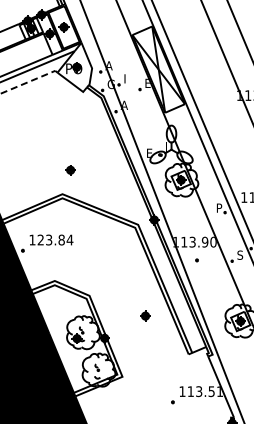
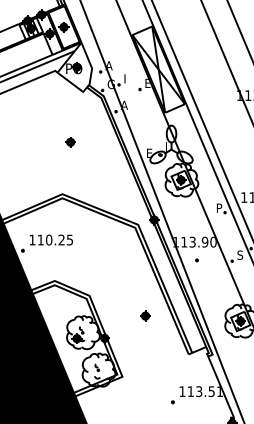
line at (29, 81): dashed -> solid
part at (70, 170) position: (70, 170) -> (70, 142)
text at (55, 239): 123.84 -> 110.25
